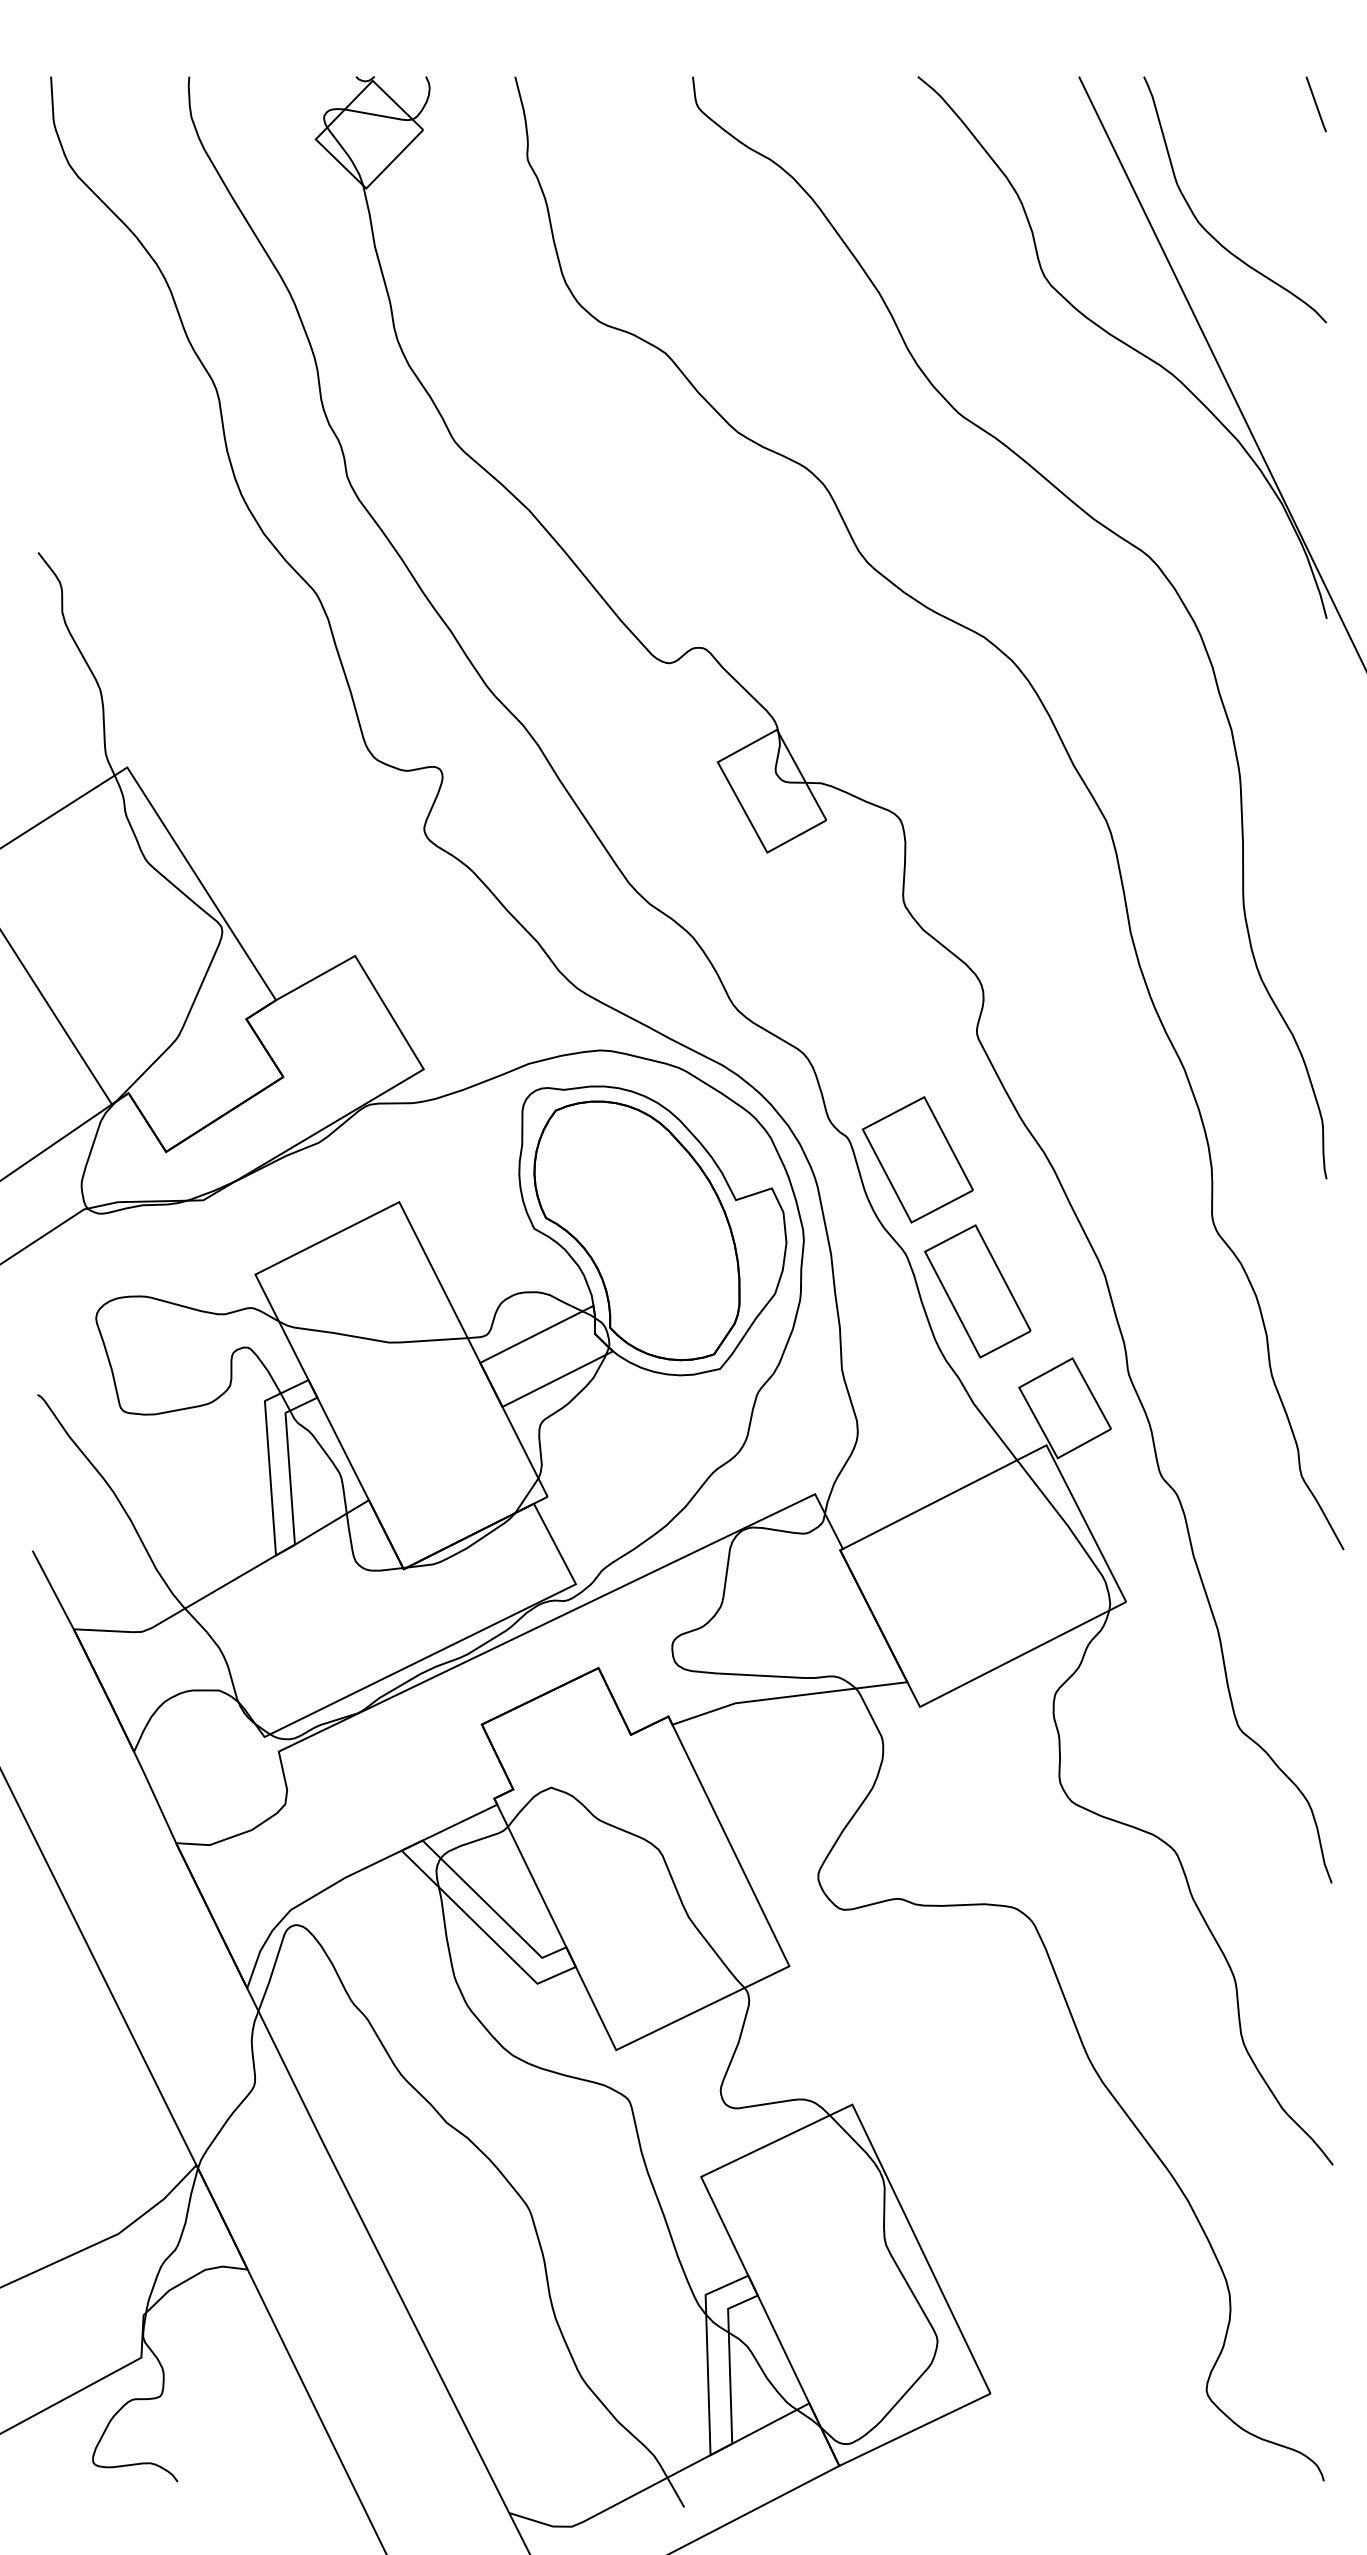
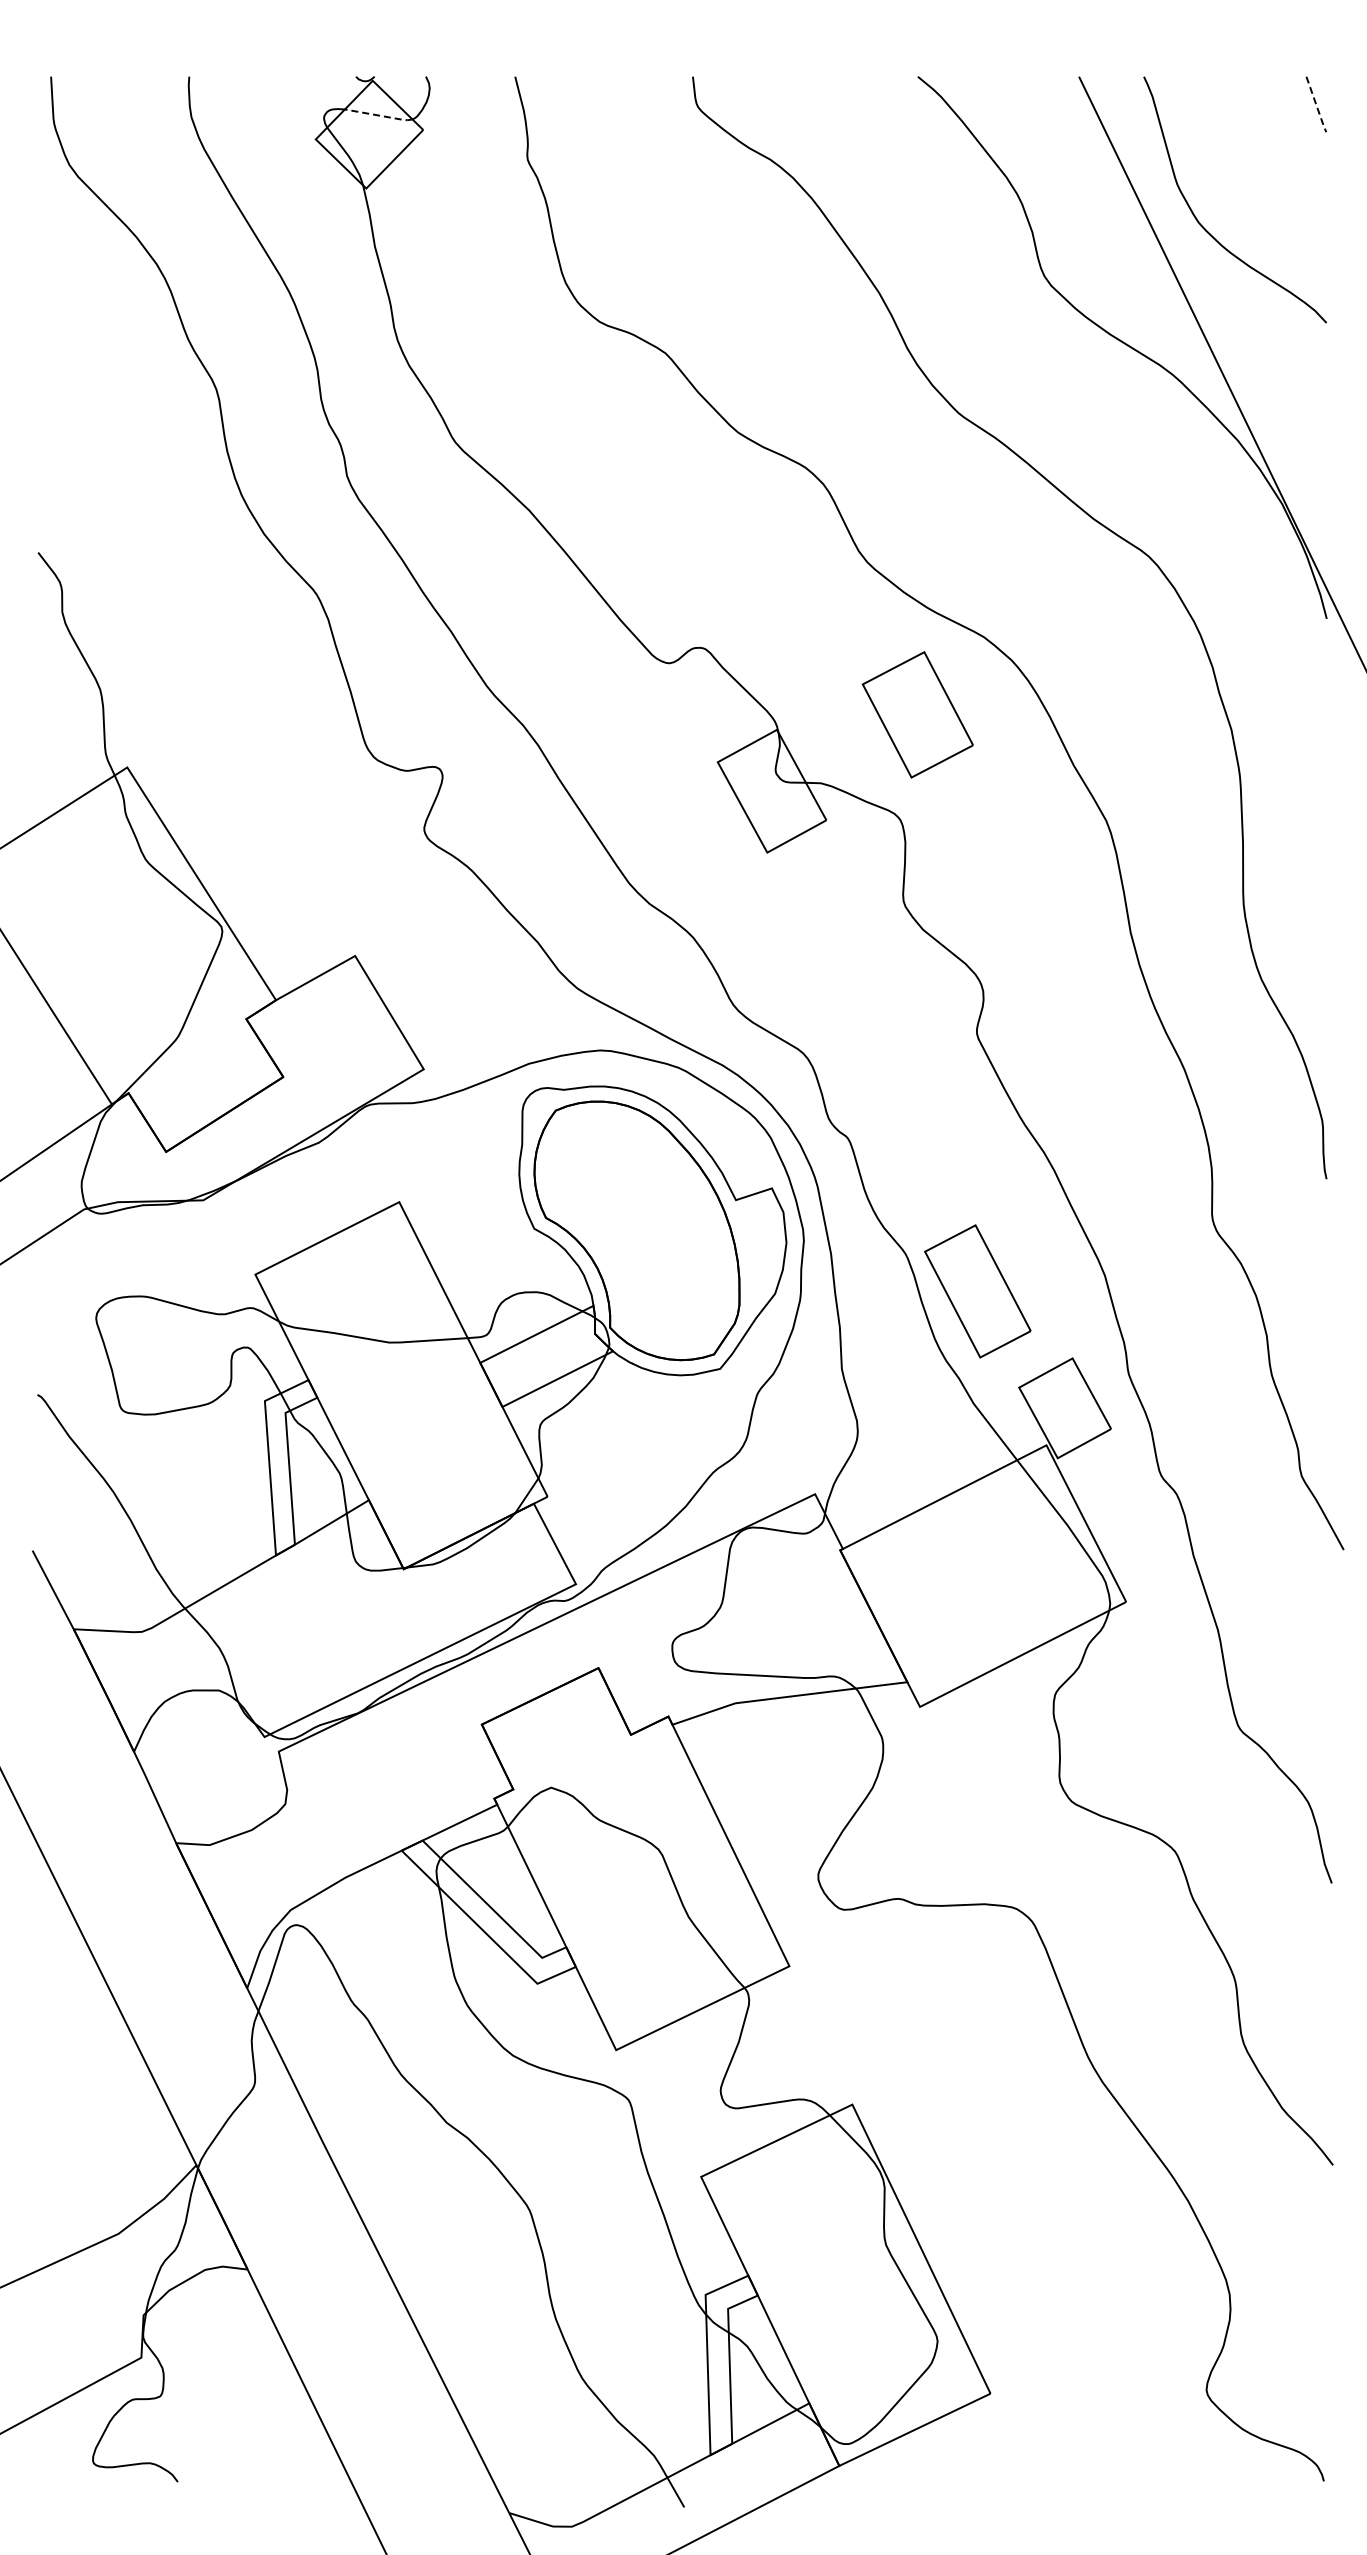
line at (1316, 105): solid -> dashed
line at (379, 115): solid -> dashed
part at (917, 1159) position: (917, 1159) -> (917, 714)
